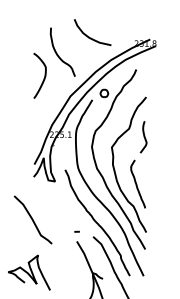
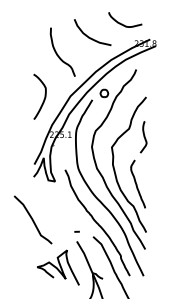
curve at (122, 23): none -> present
curve at (44, 75) position: (44, 75) -> (44, 96)
curve at (28, 272) position: (28, 272) -> (57, 267)
